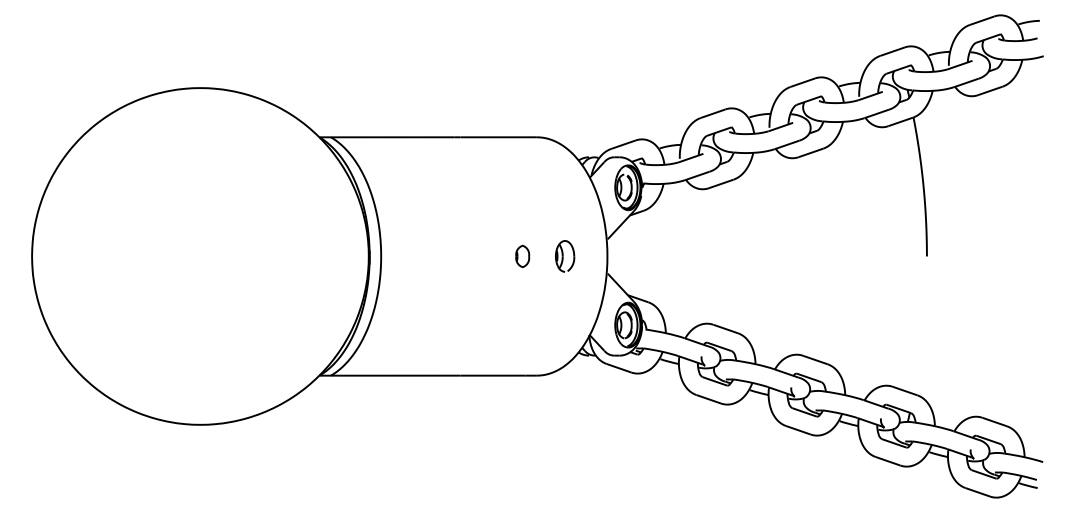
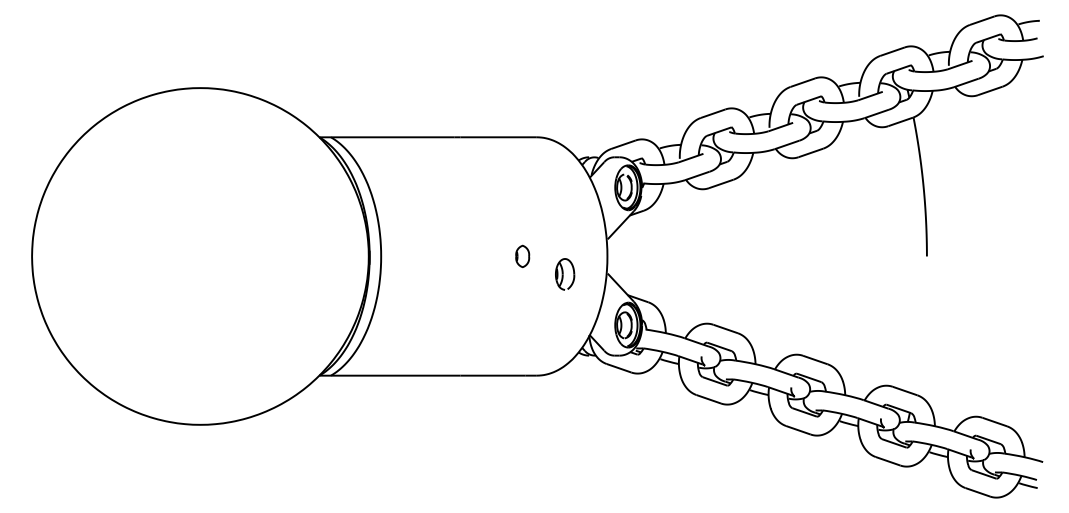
part at (565, 256) position: (565, 256) -> (565, 274)
